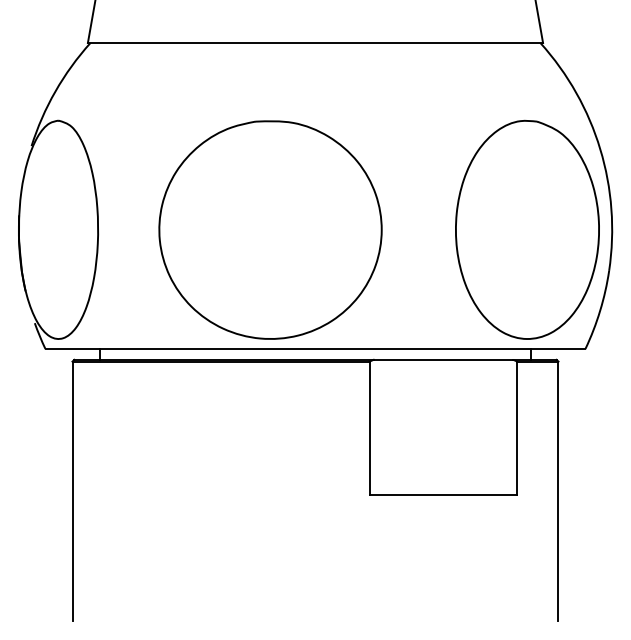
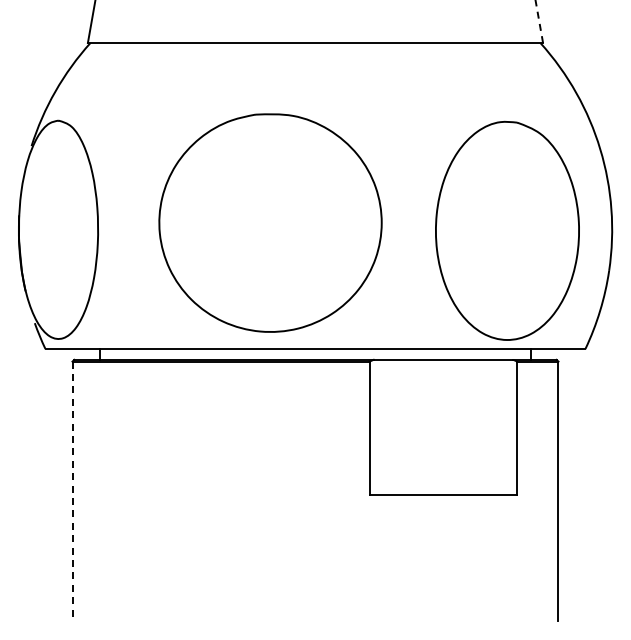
line at (539, 21): solid -> dashed
part at (270, 229) position: (270, 229) -> (270, 222)
part at (527, 229) position: (527, 229) -> (507, 230)
line at (72, 491): solid -> dashed
